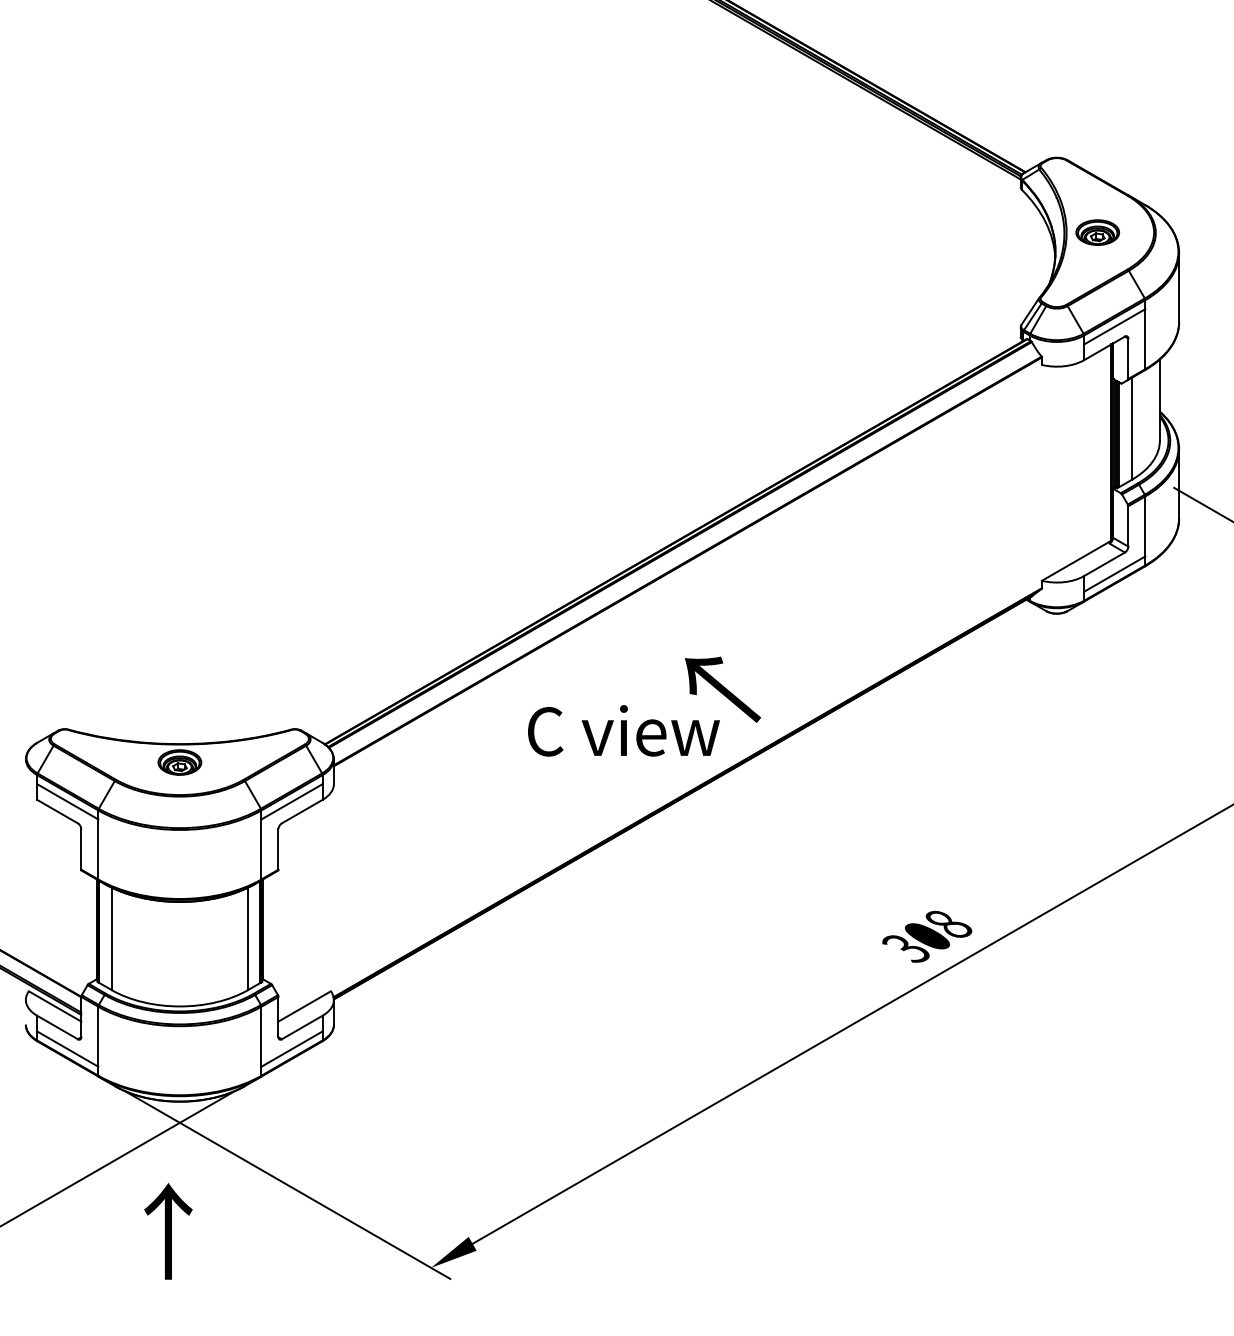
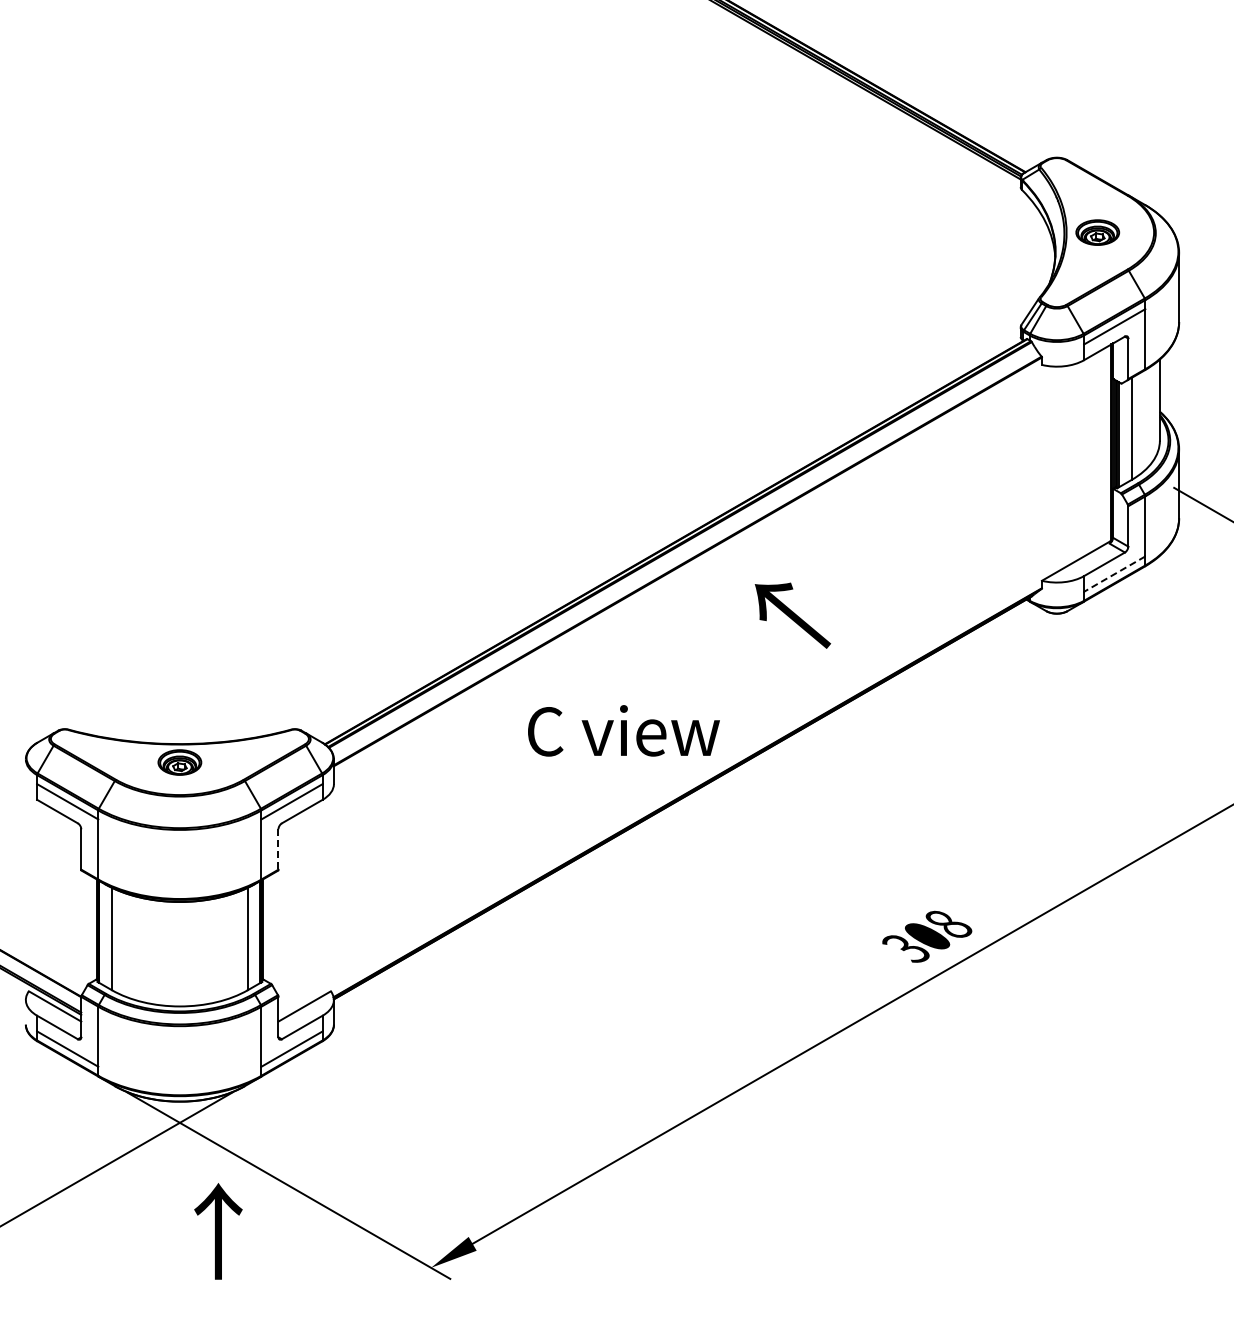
line at (1114, 574): solid -> dashed
text at (722, 689) position: (722, 689) -> (792, 615)
line at (278, 849): solid -> dashed
text at (168, 1231) position: (168, 1231) -> (218, 1231)
